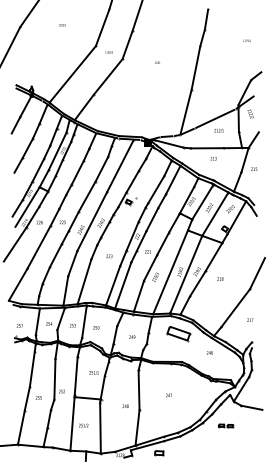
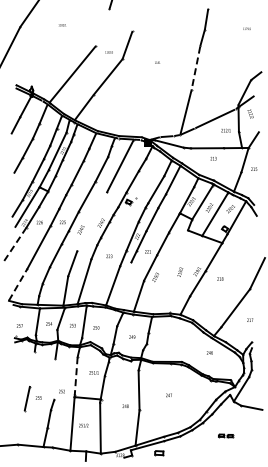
line at (137, 16): present -> none
line at (102, 27): present -> none
text at (246, 40) position: (246, 40) -> (246, 28)
line at (196, 67): solid -> dashed
text at (218, 130) position: (218, 130) -> (225, 130)
line at (91, 221): present -> none
line at (14, 244): solid -> dashed
line at (170, 272): present -> none
line at (186, 274): present -> none
line at (18, 284): solid -> dashed
line at (123, 285): present -> none
part at (178, 334): present -> none
line at (31, 368): present -> none
line at (76, 376): solid -> dashed
line at (54, 378): present -> none
part at (226, 425) position: (226, 425) -> (226, 435)
line at (20, 427): present -> none
